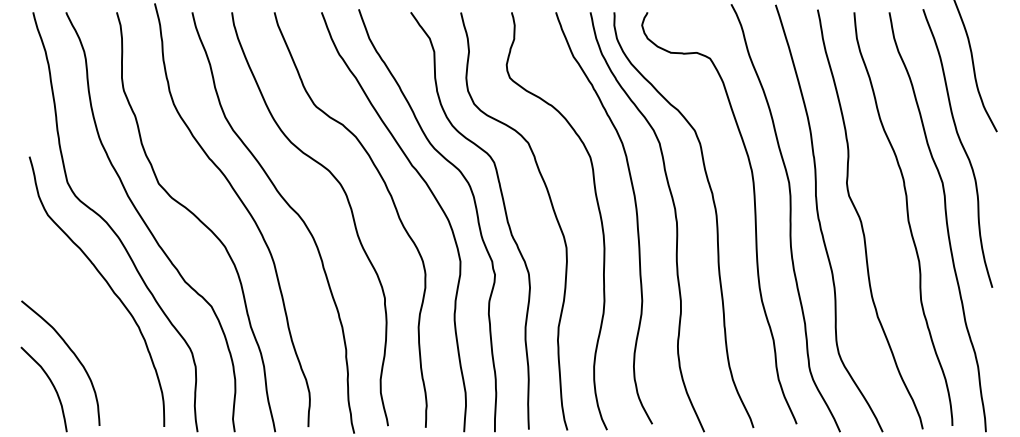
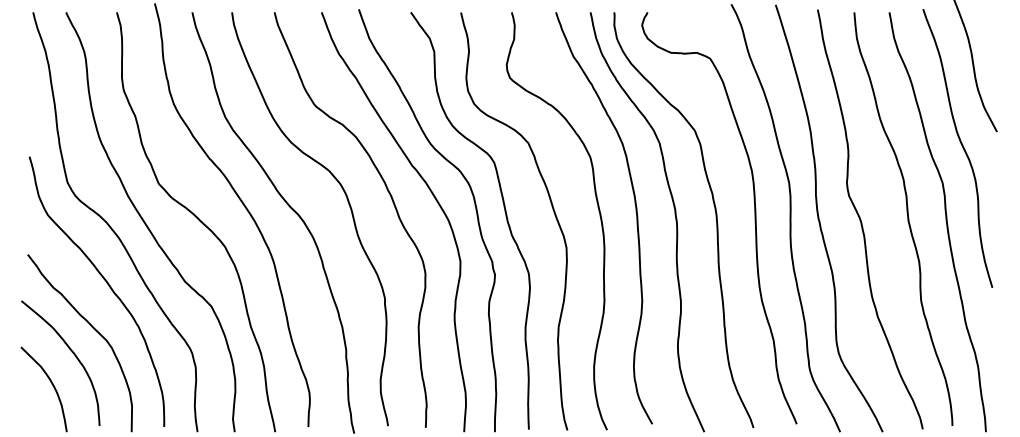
curve at (93, 329): none -> present
